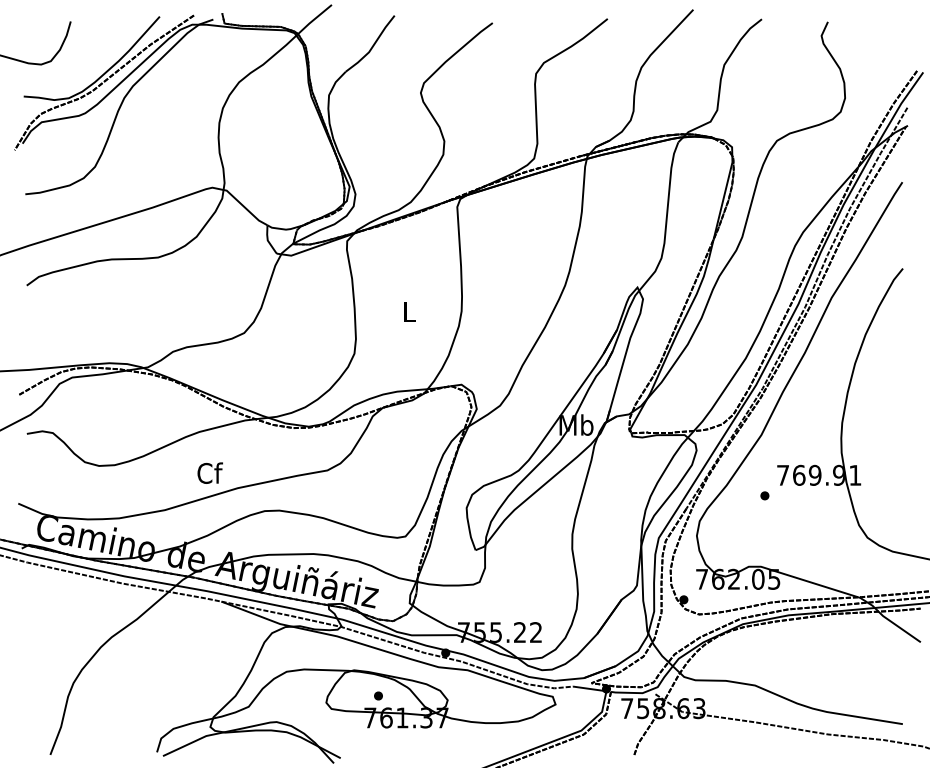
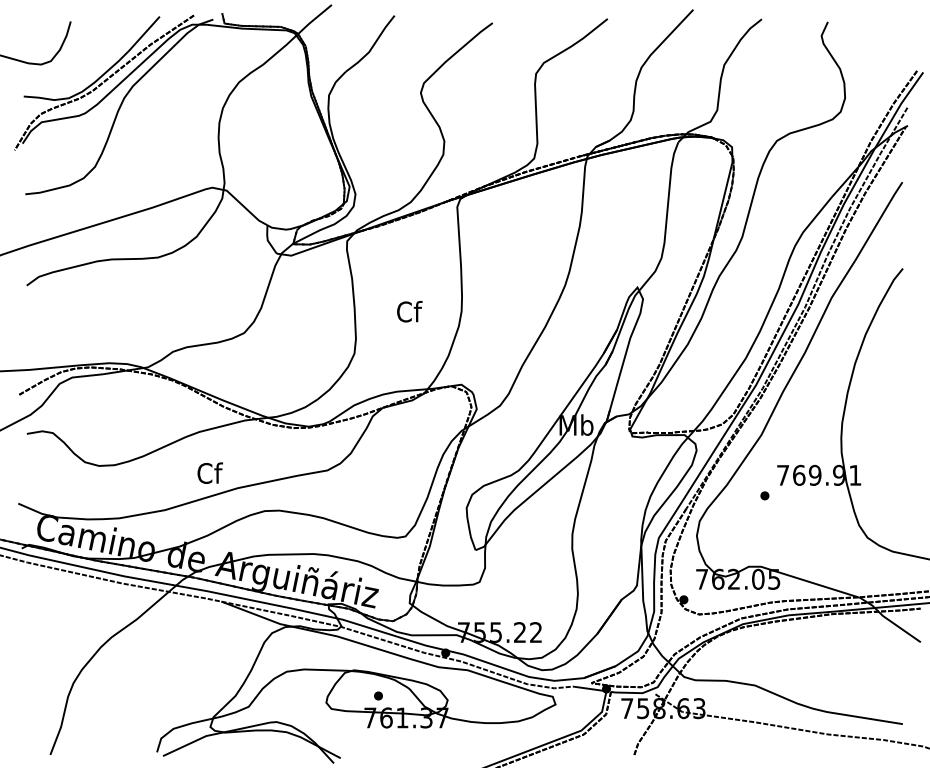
text at (409, 311): L -> Cf
